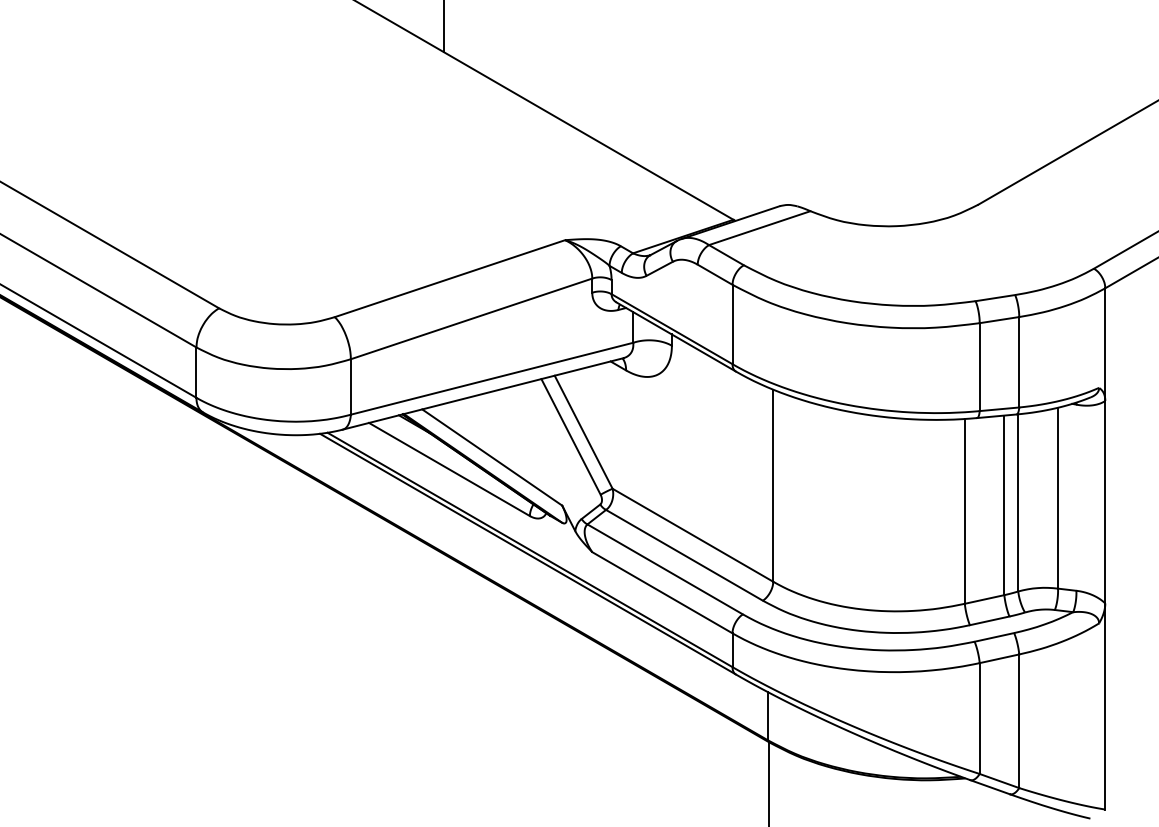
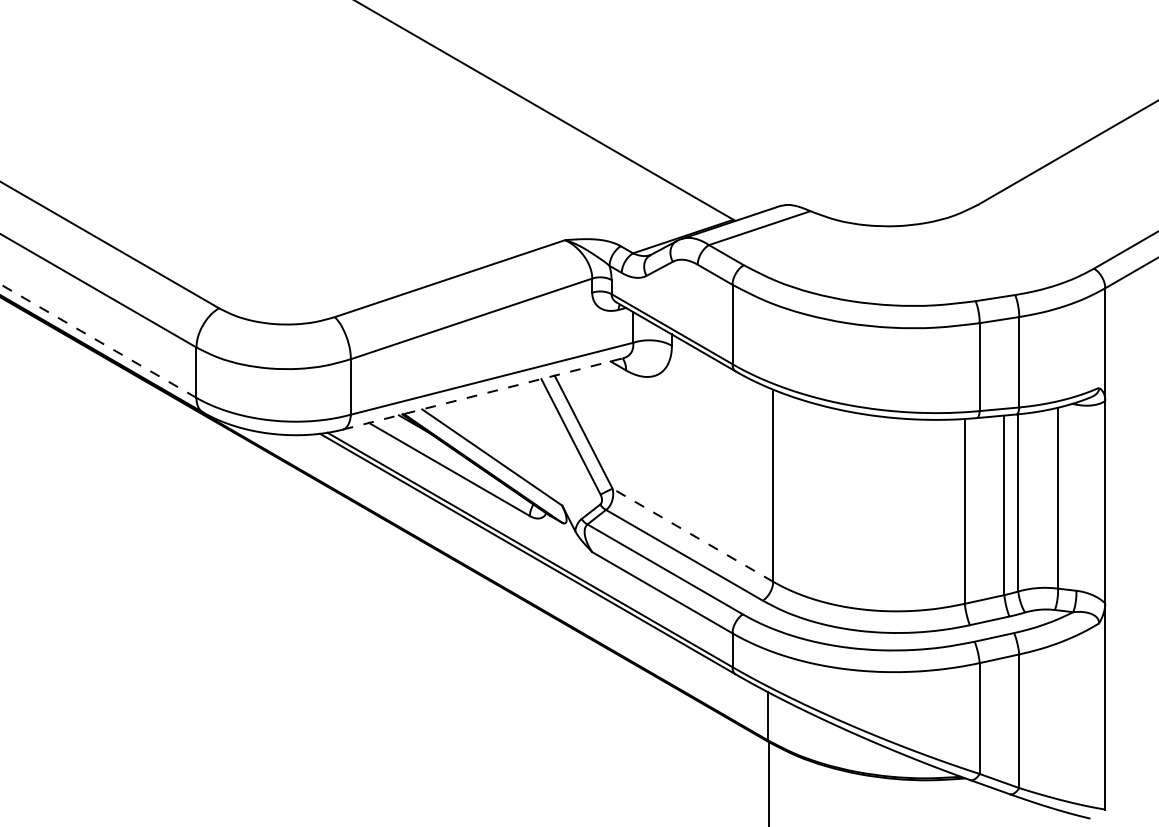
line at (444, 27): present -> none
line at (97, 340): solid -> dashed
line at (482, 393): solid -> dashed
line at (692, 535): solid -> dashed
